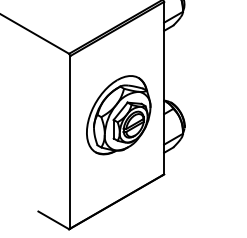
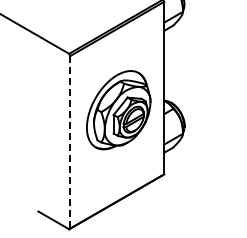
part at (118, 115) position: (118, 115) -> (118, 110)
line at (70, 142): solid -> dashed
